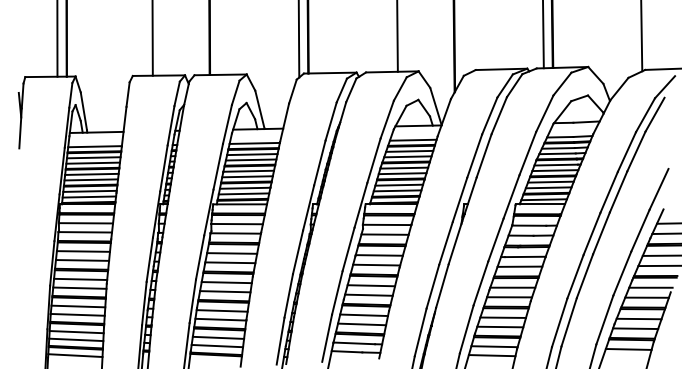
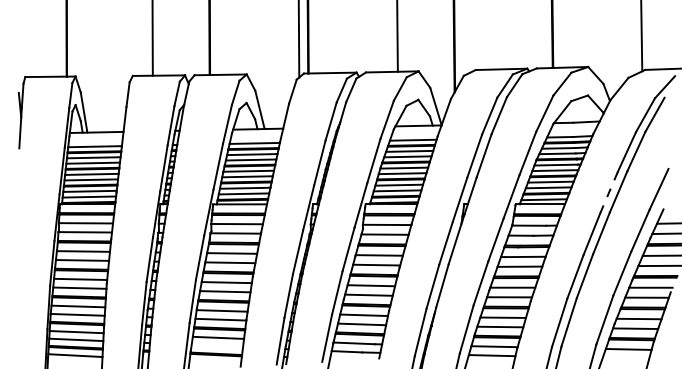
line at (543, 35): present -> none
line at (57, 39): present -> none
line at (608, 192): solid -> dashed
line at (217, 345): present -> none
